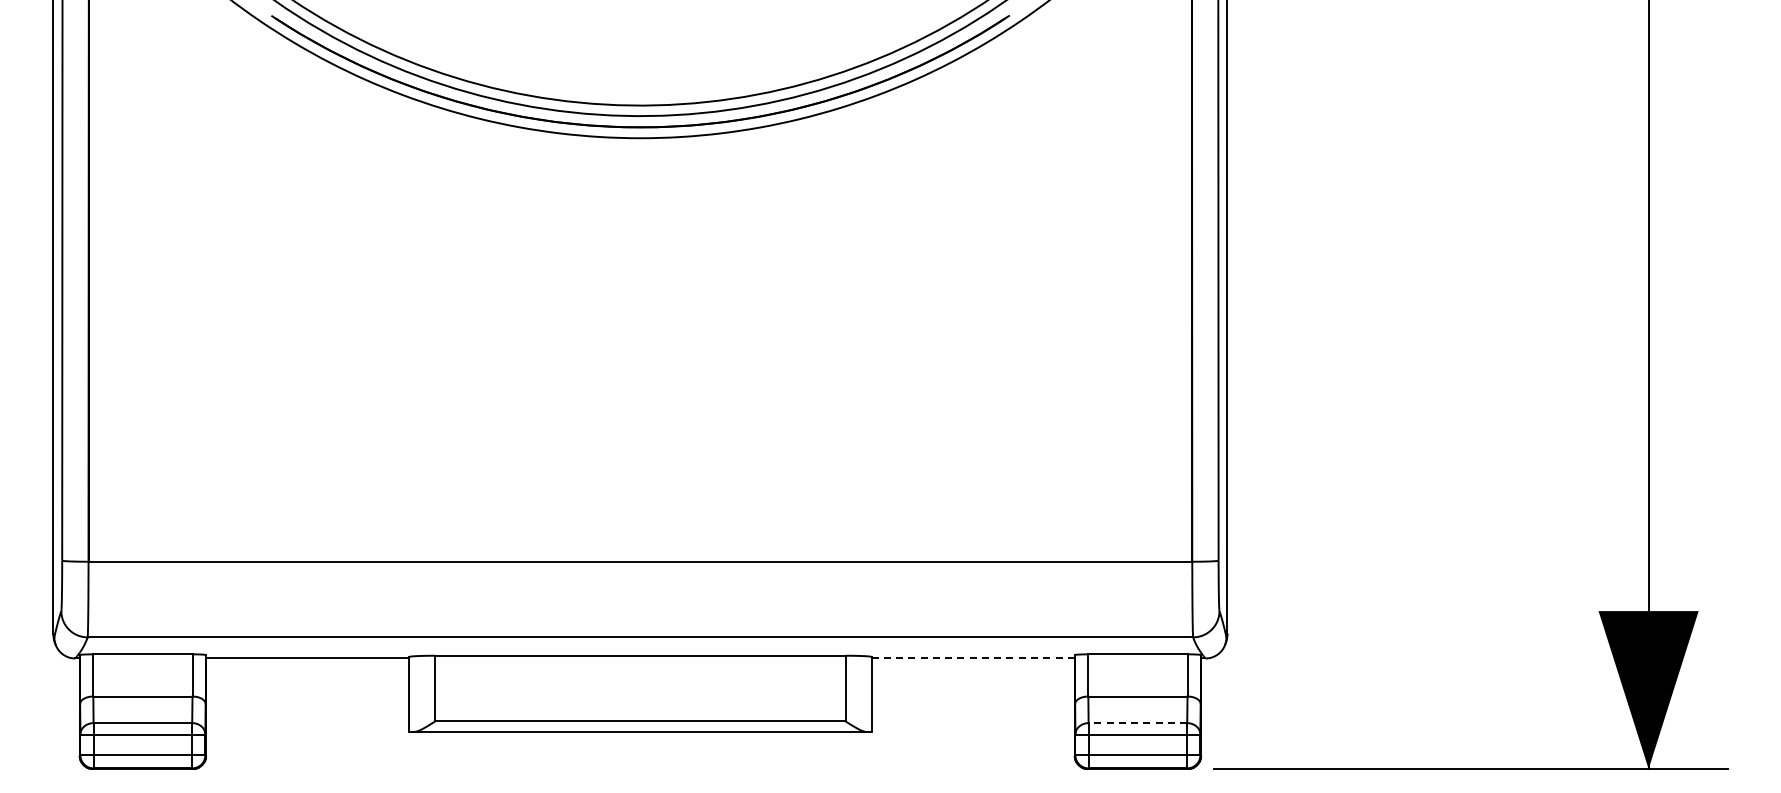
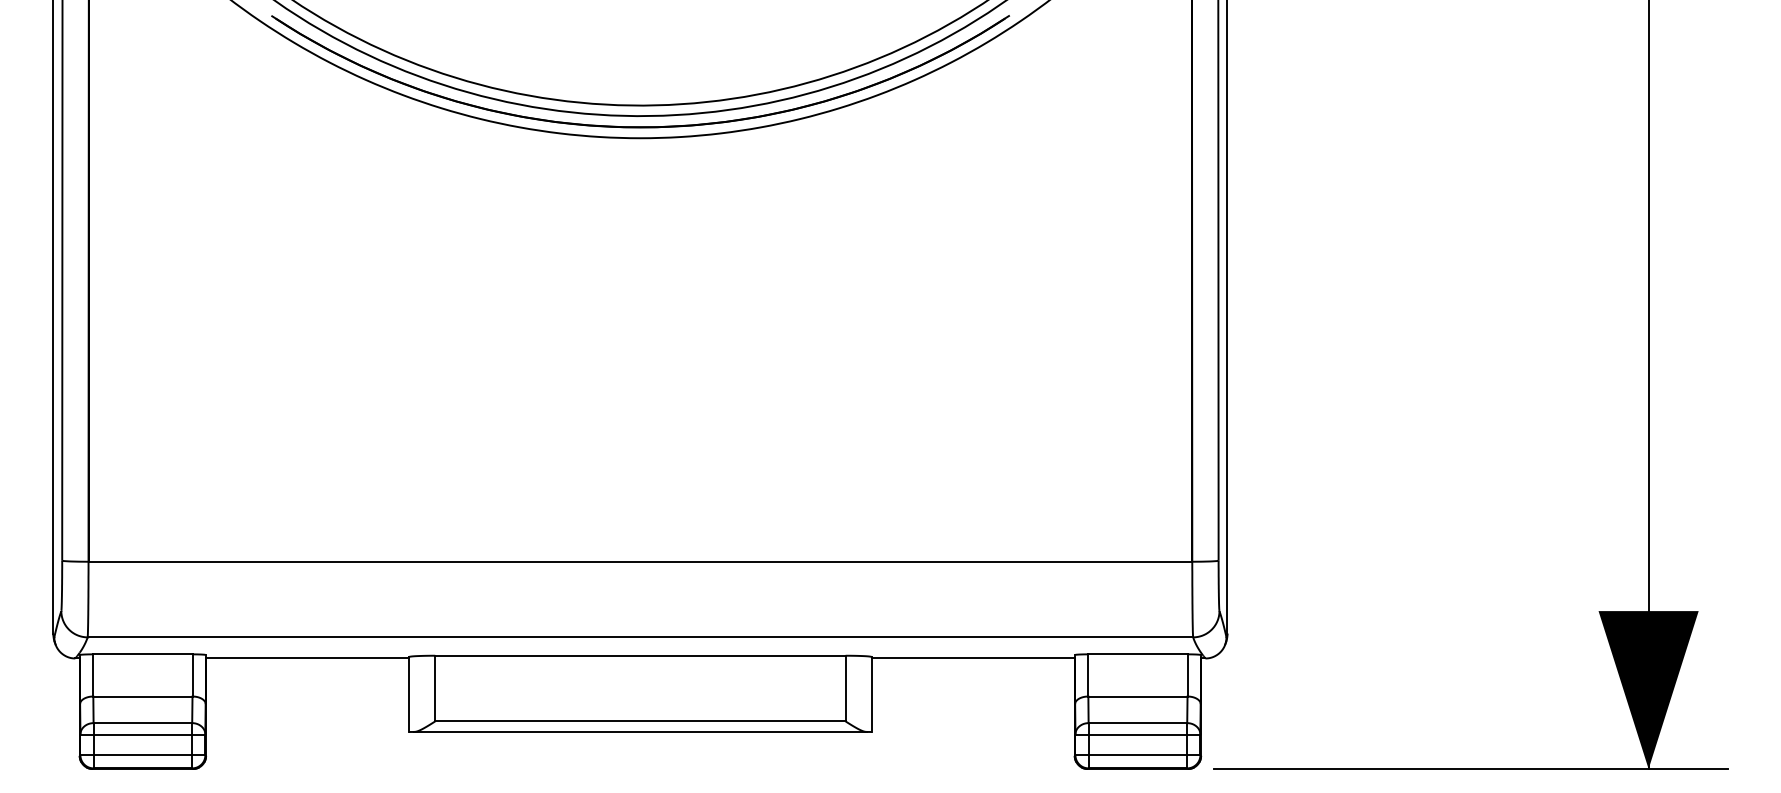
line at (972, 658): dashed -> solid
line at (1137, 723): dashed -> solid
